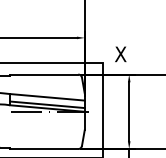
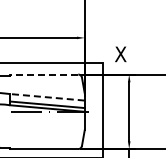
line at (43, 74): solid -> dashed
line at (46, 97): solid -> dashed
